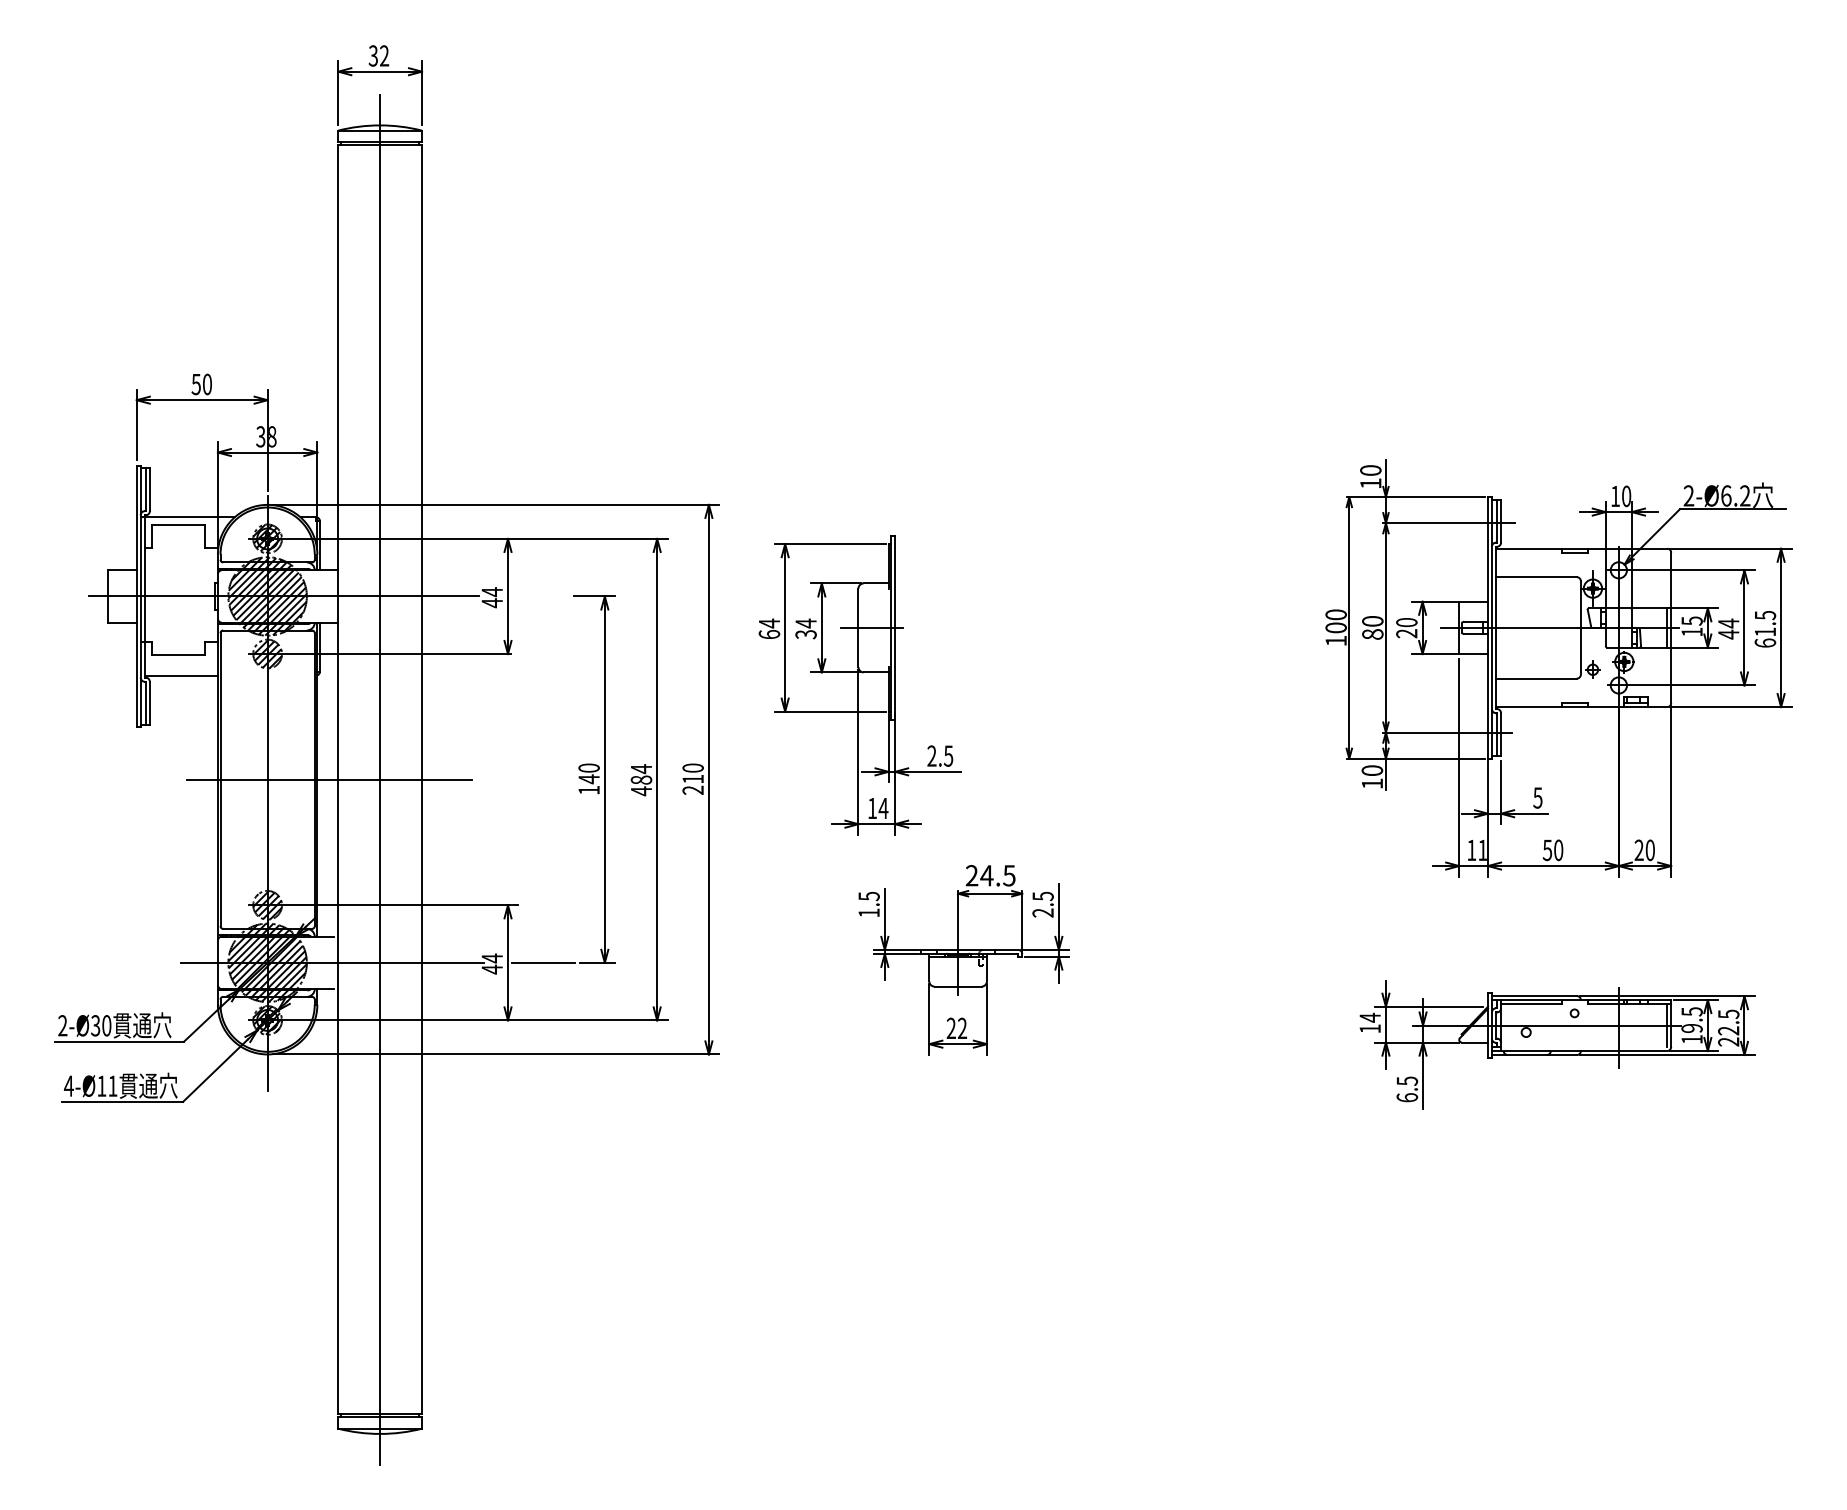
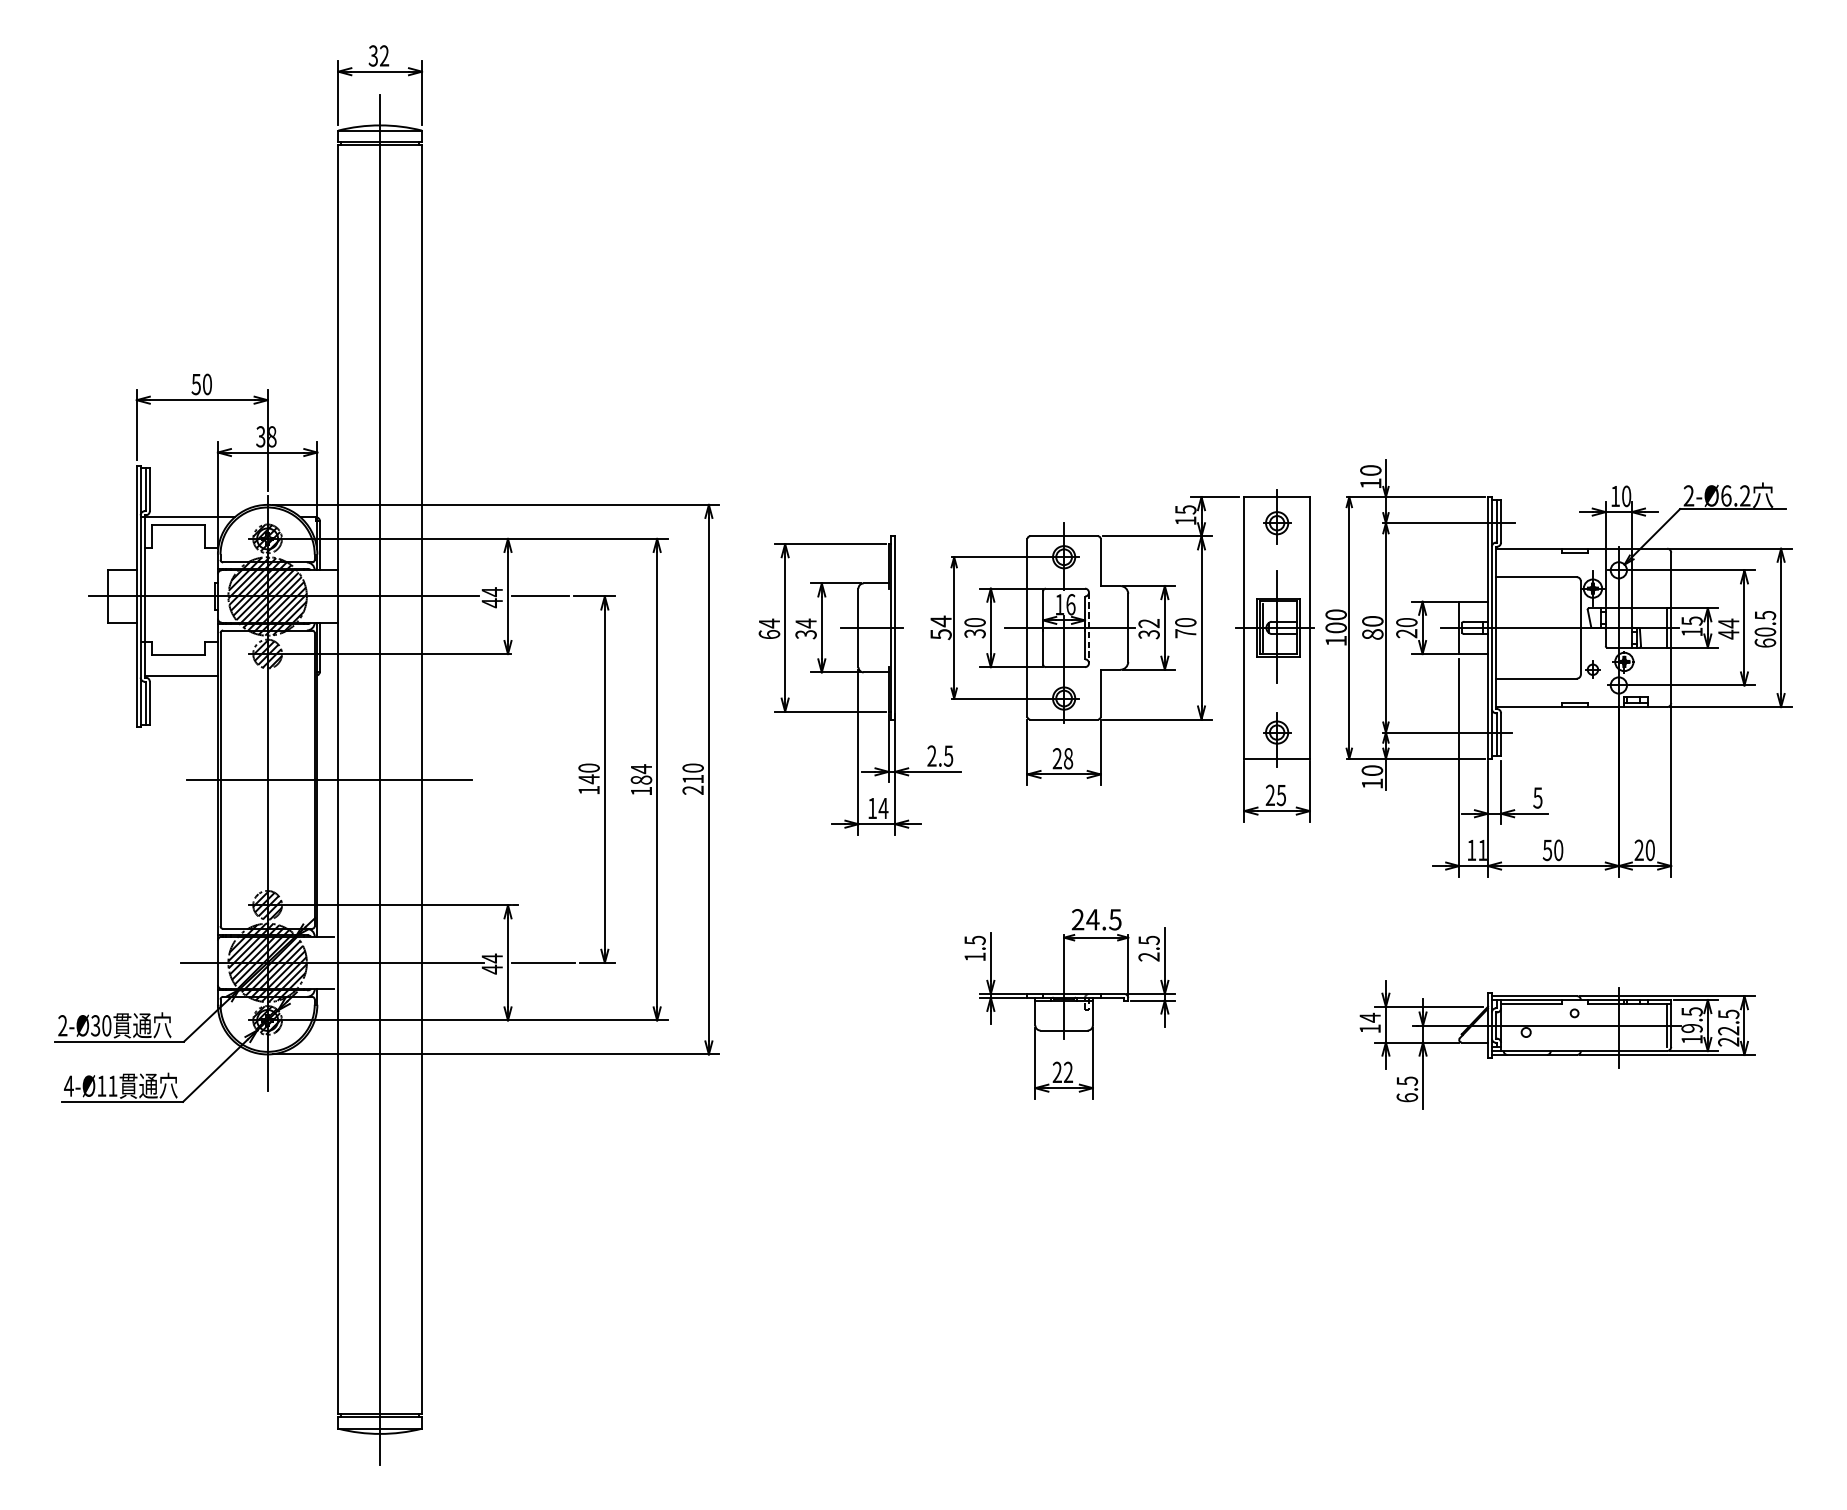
line at (540, 596): none -> present
text at (1765, 631): 61.5 -> 60.5
part at (1122, 655): none -> present
text at (641, 791): 484 -> 184
part at (963, 960) position: (963, 960) -> (1069, 1004)
